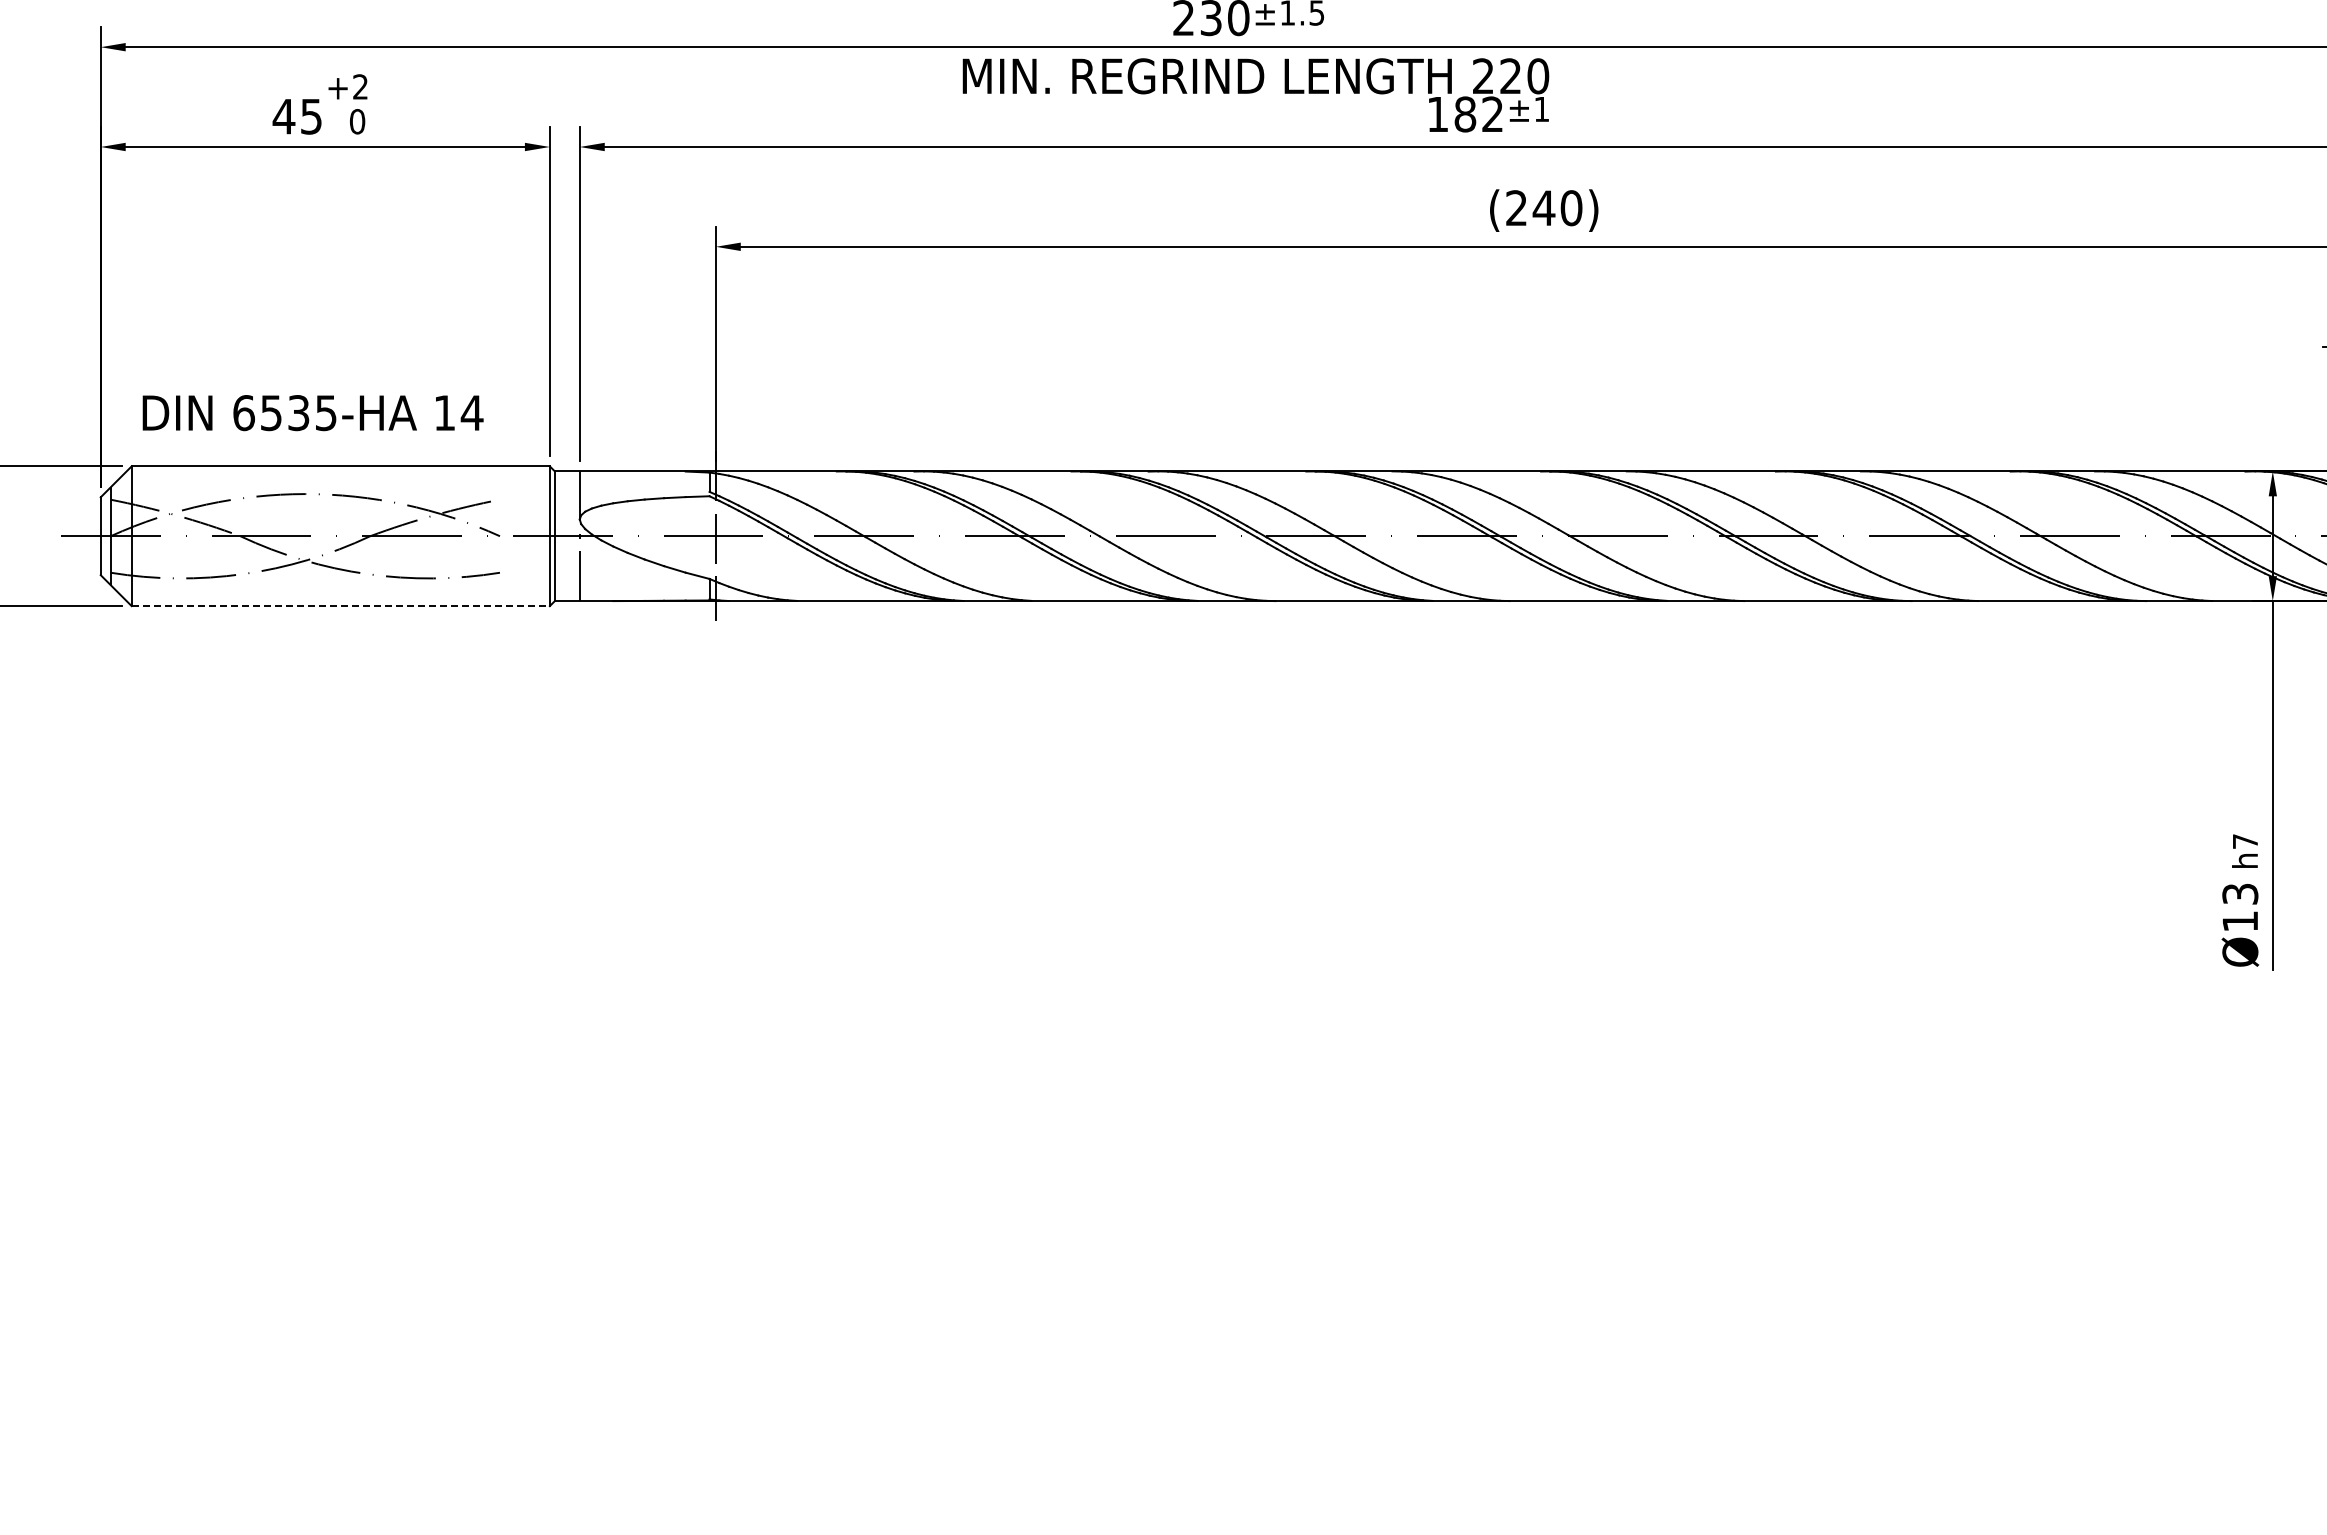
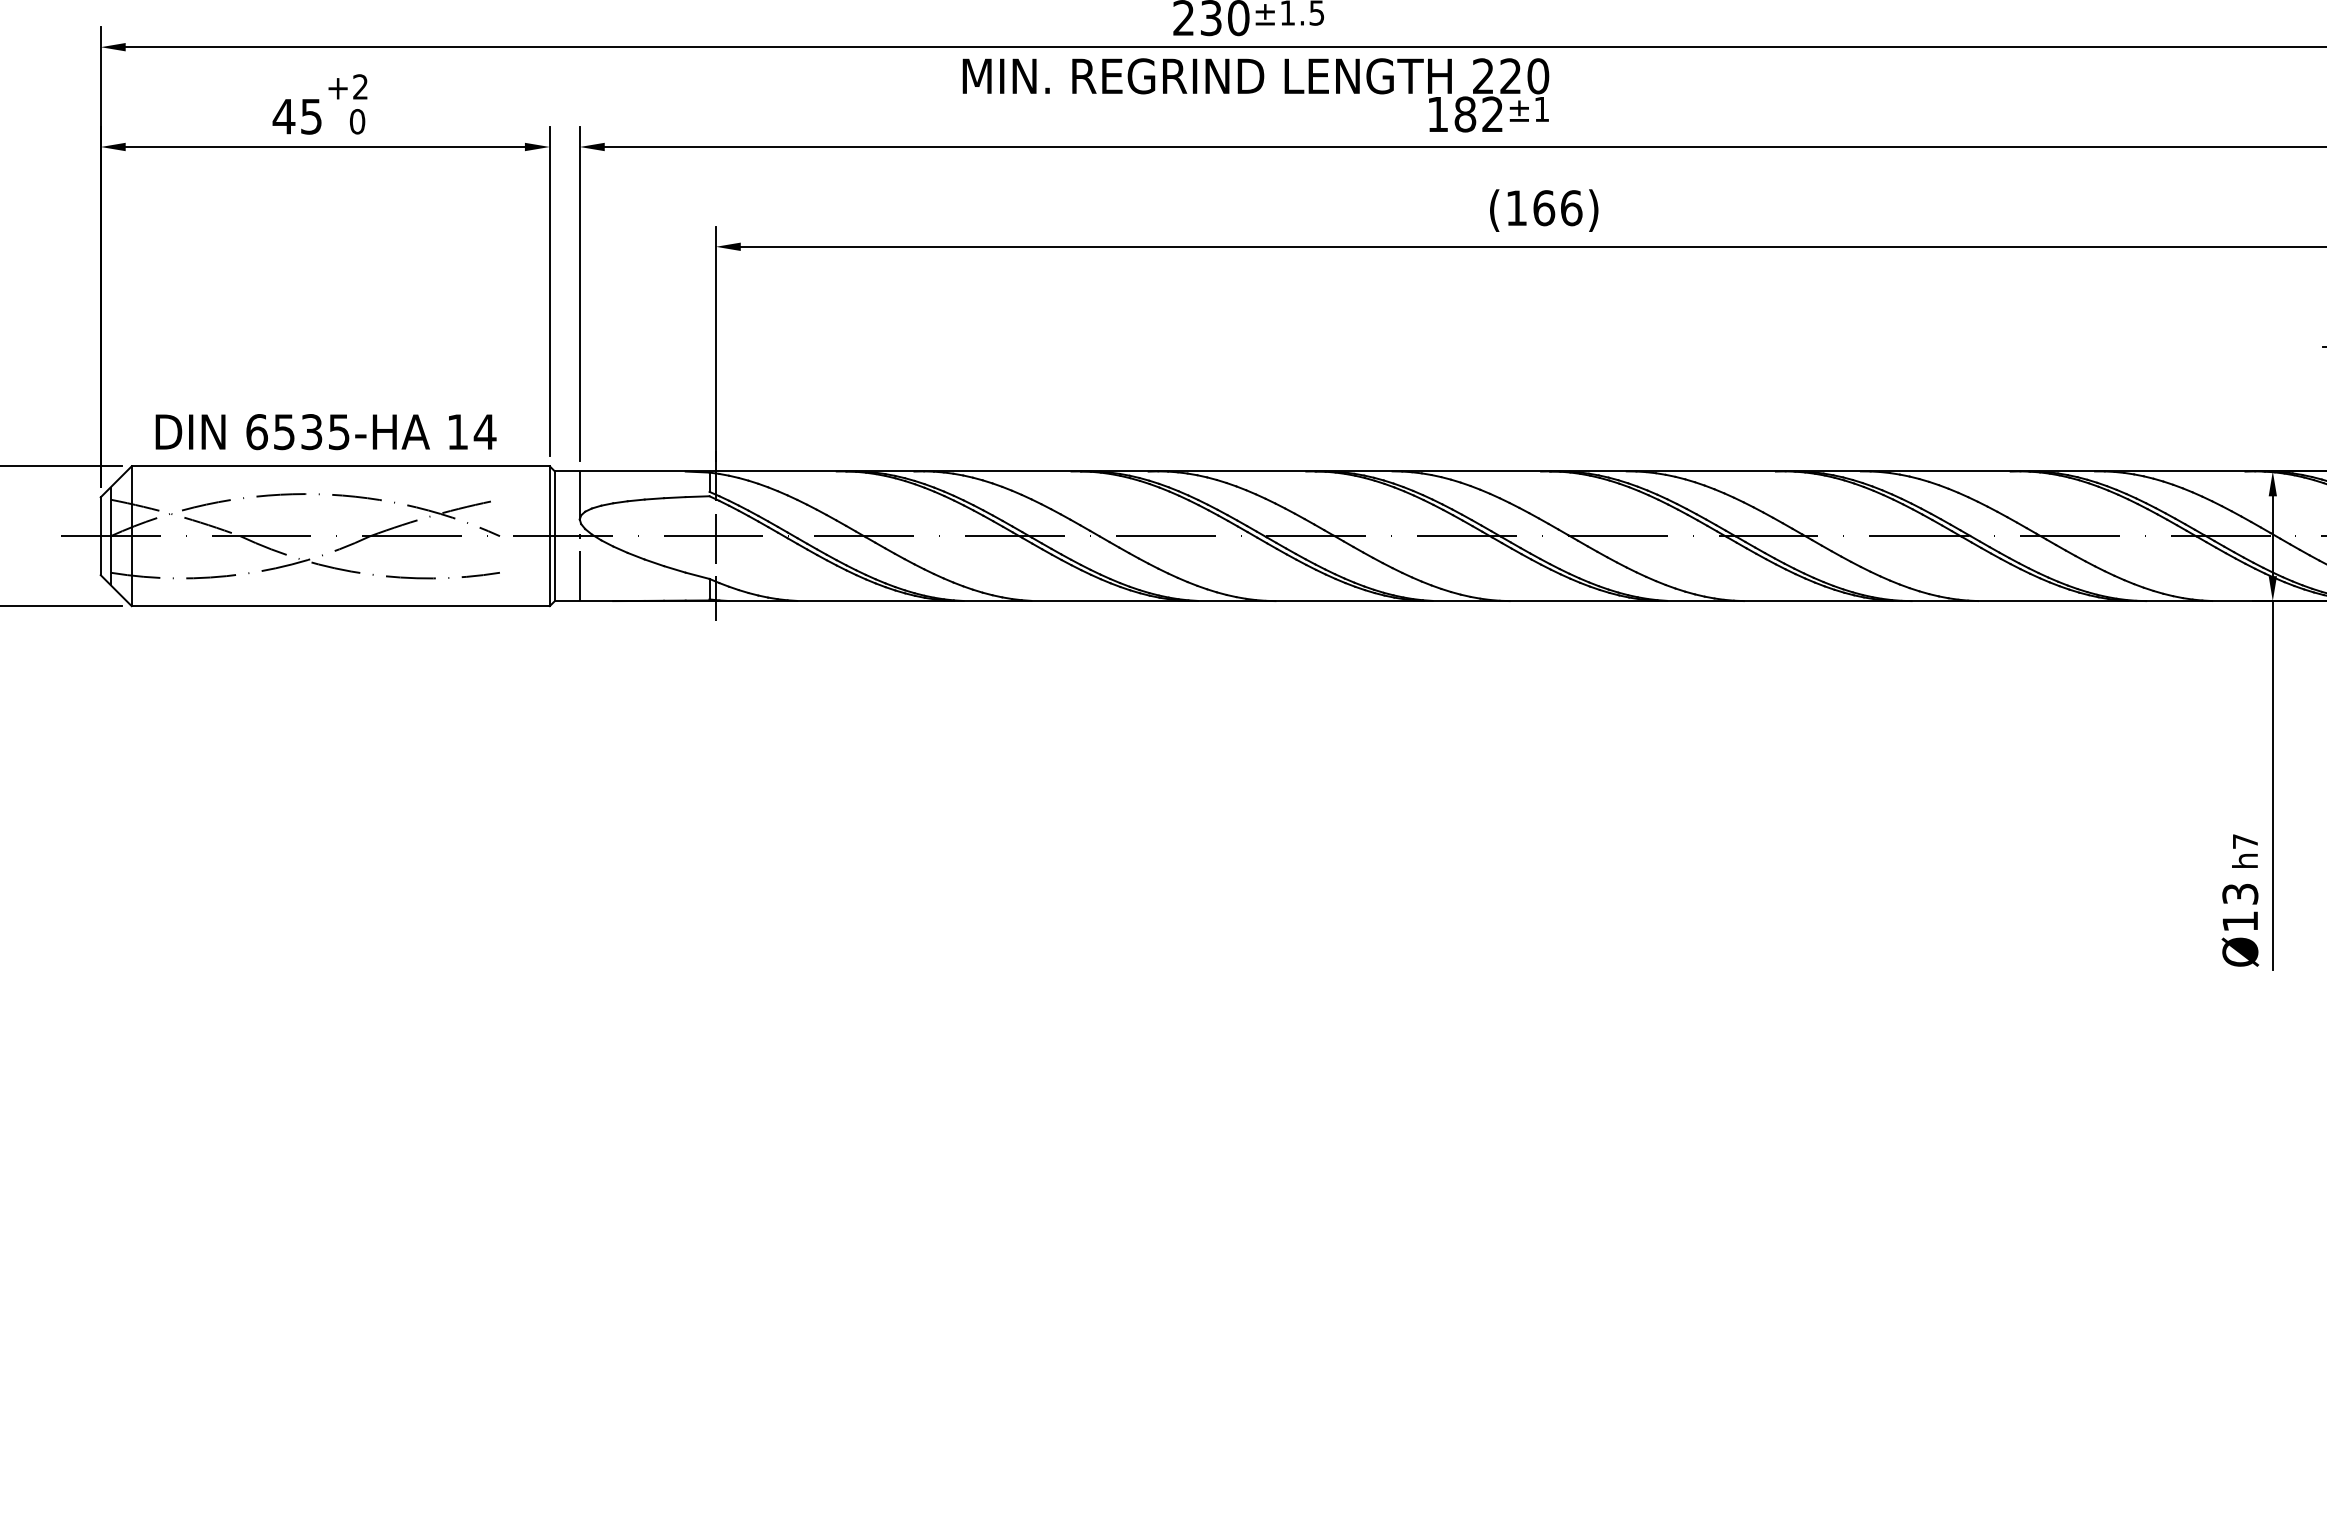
text at (1544, 208): (240) -> (166)
text at (312, 413) position: (312, 413) -> (325, 432)
line at (341, 606): dashed -> solid
